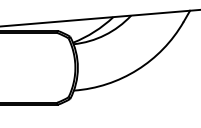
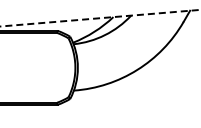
line at (100, 18): solid -> dashed
